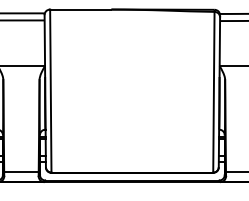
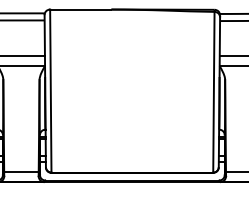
line at (23, 55): none -> present
line at (232, 55): none -> present
